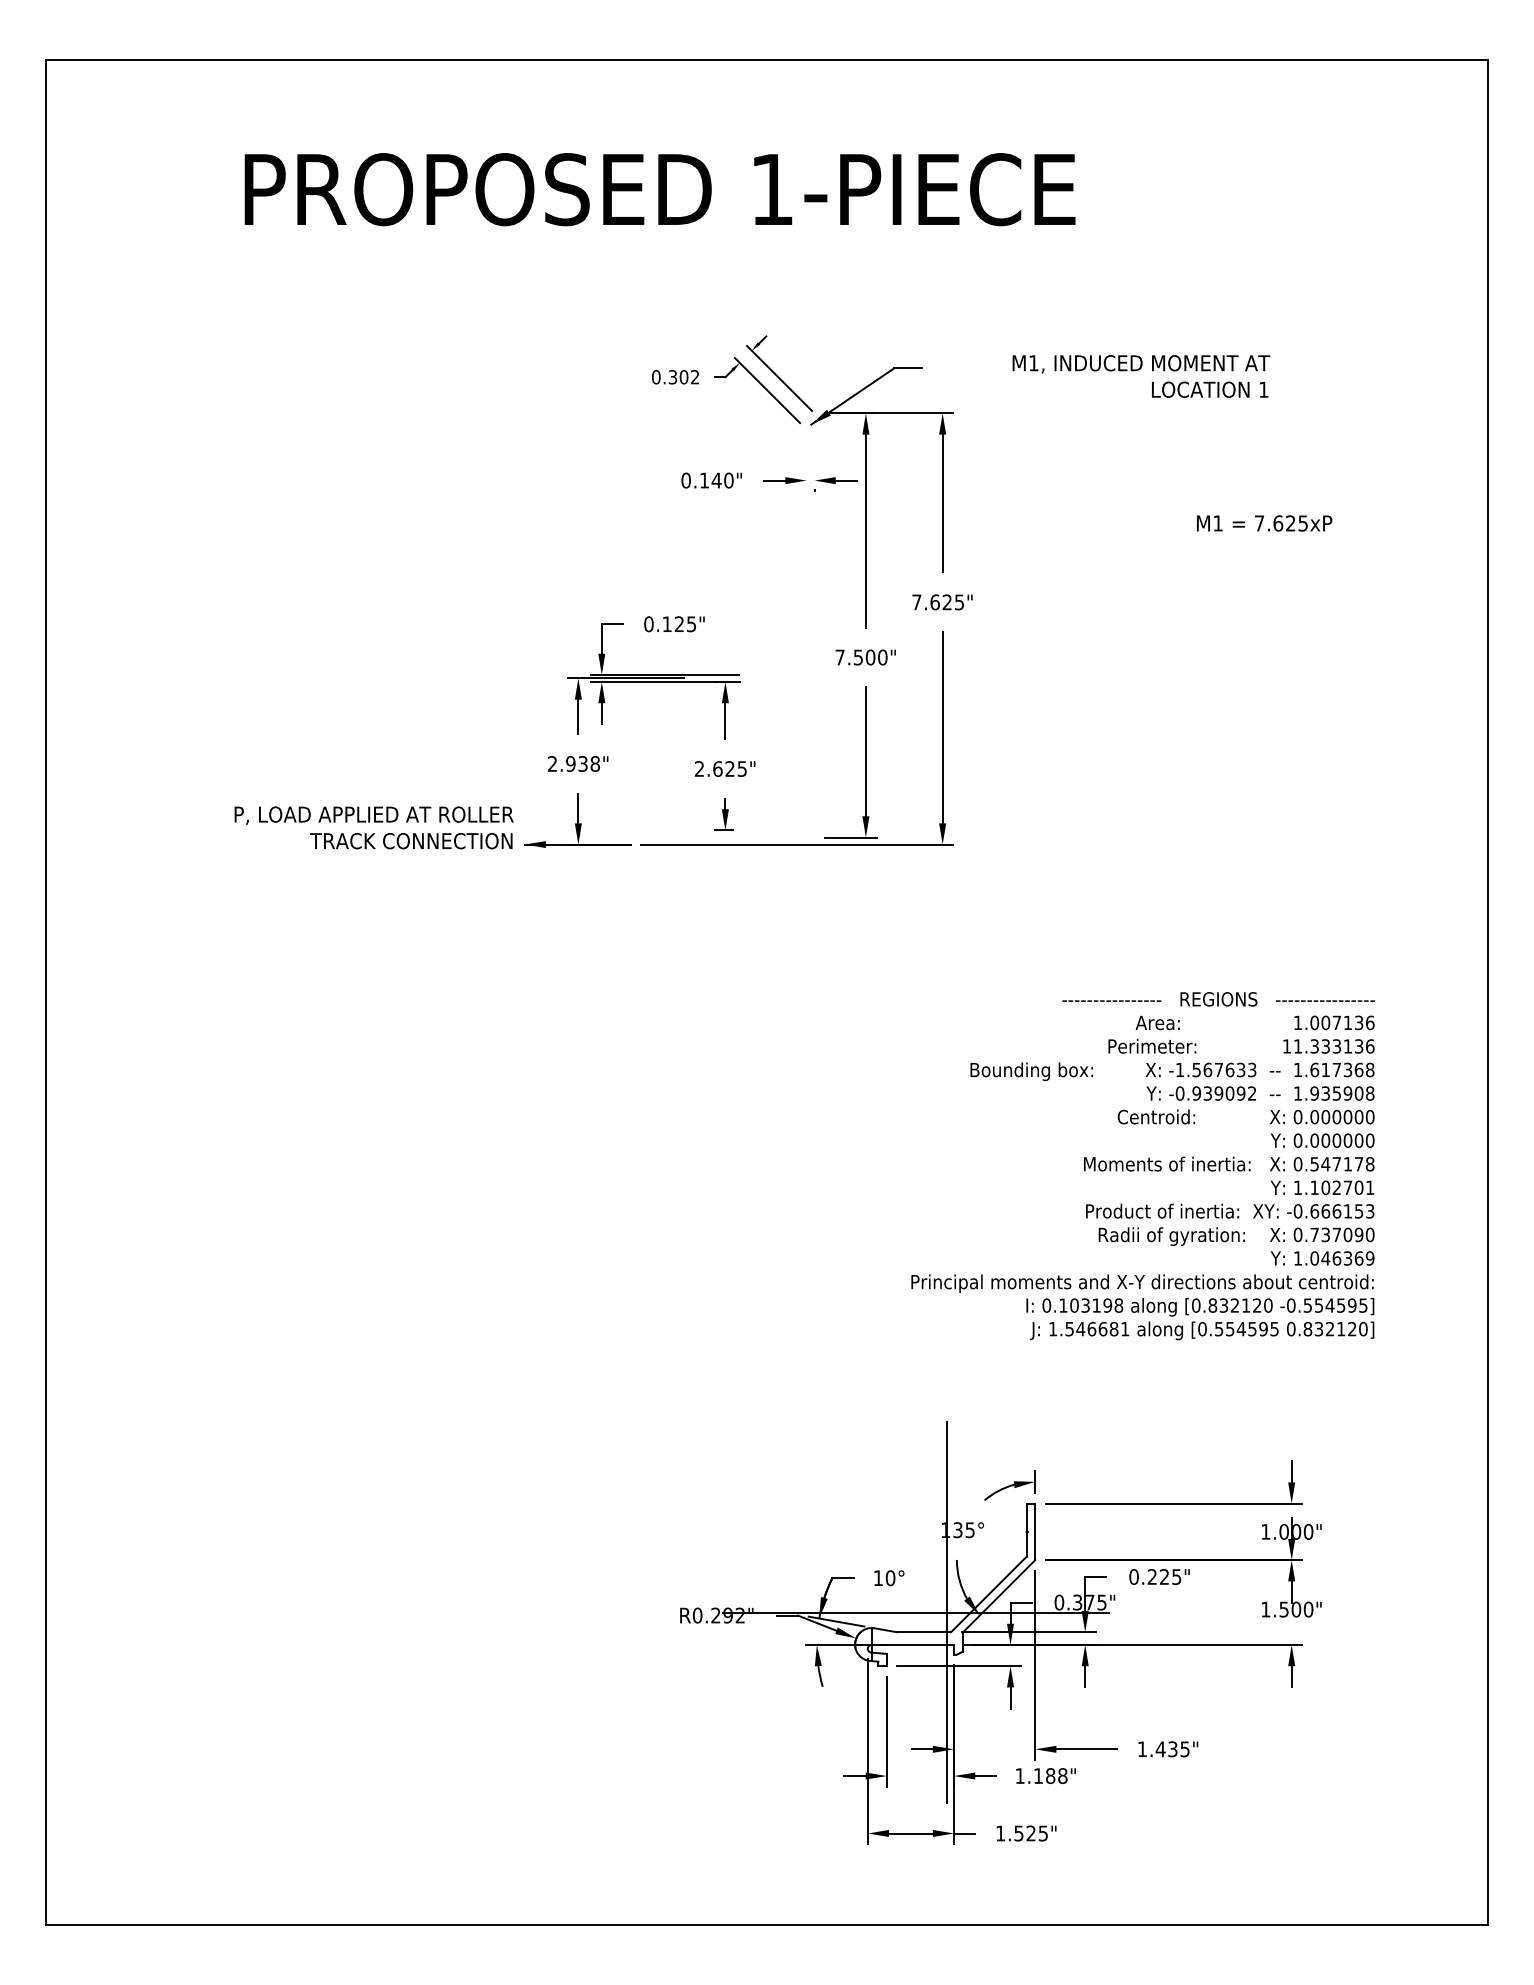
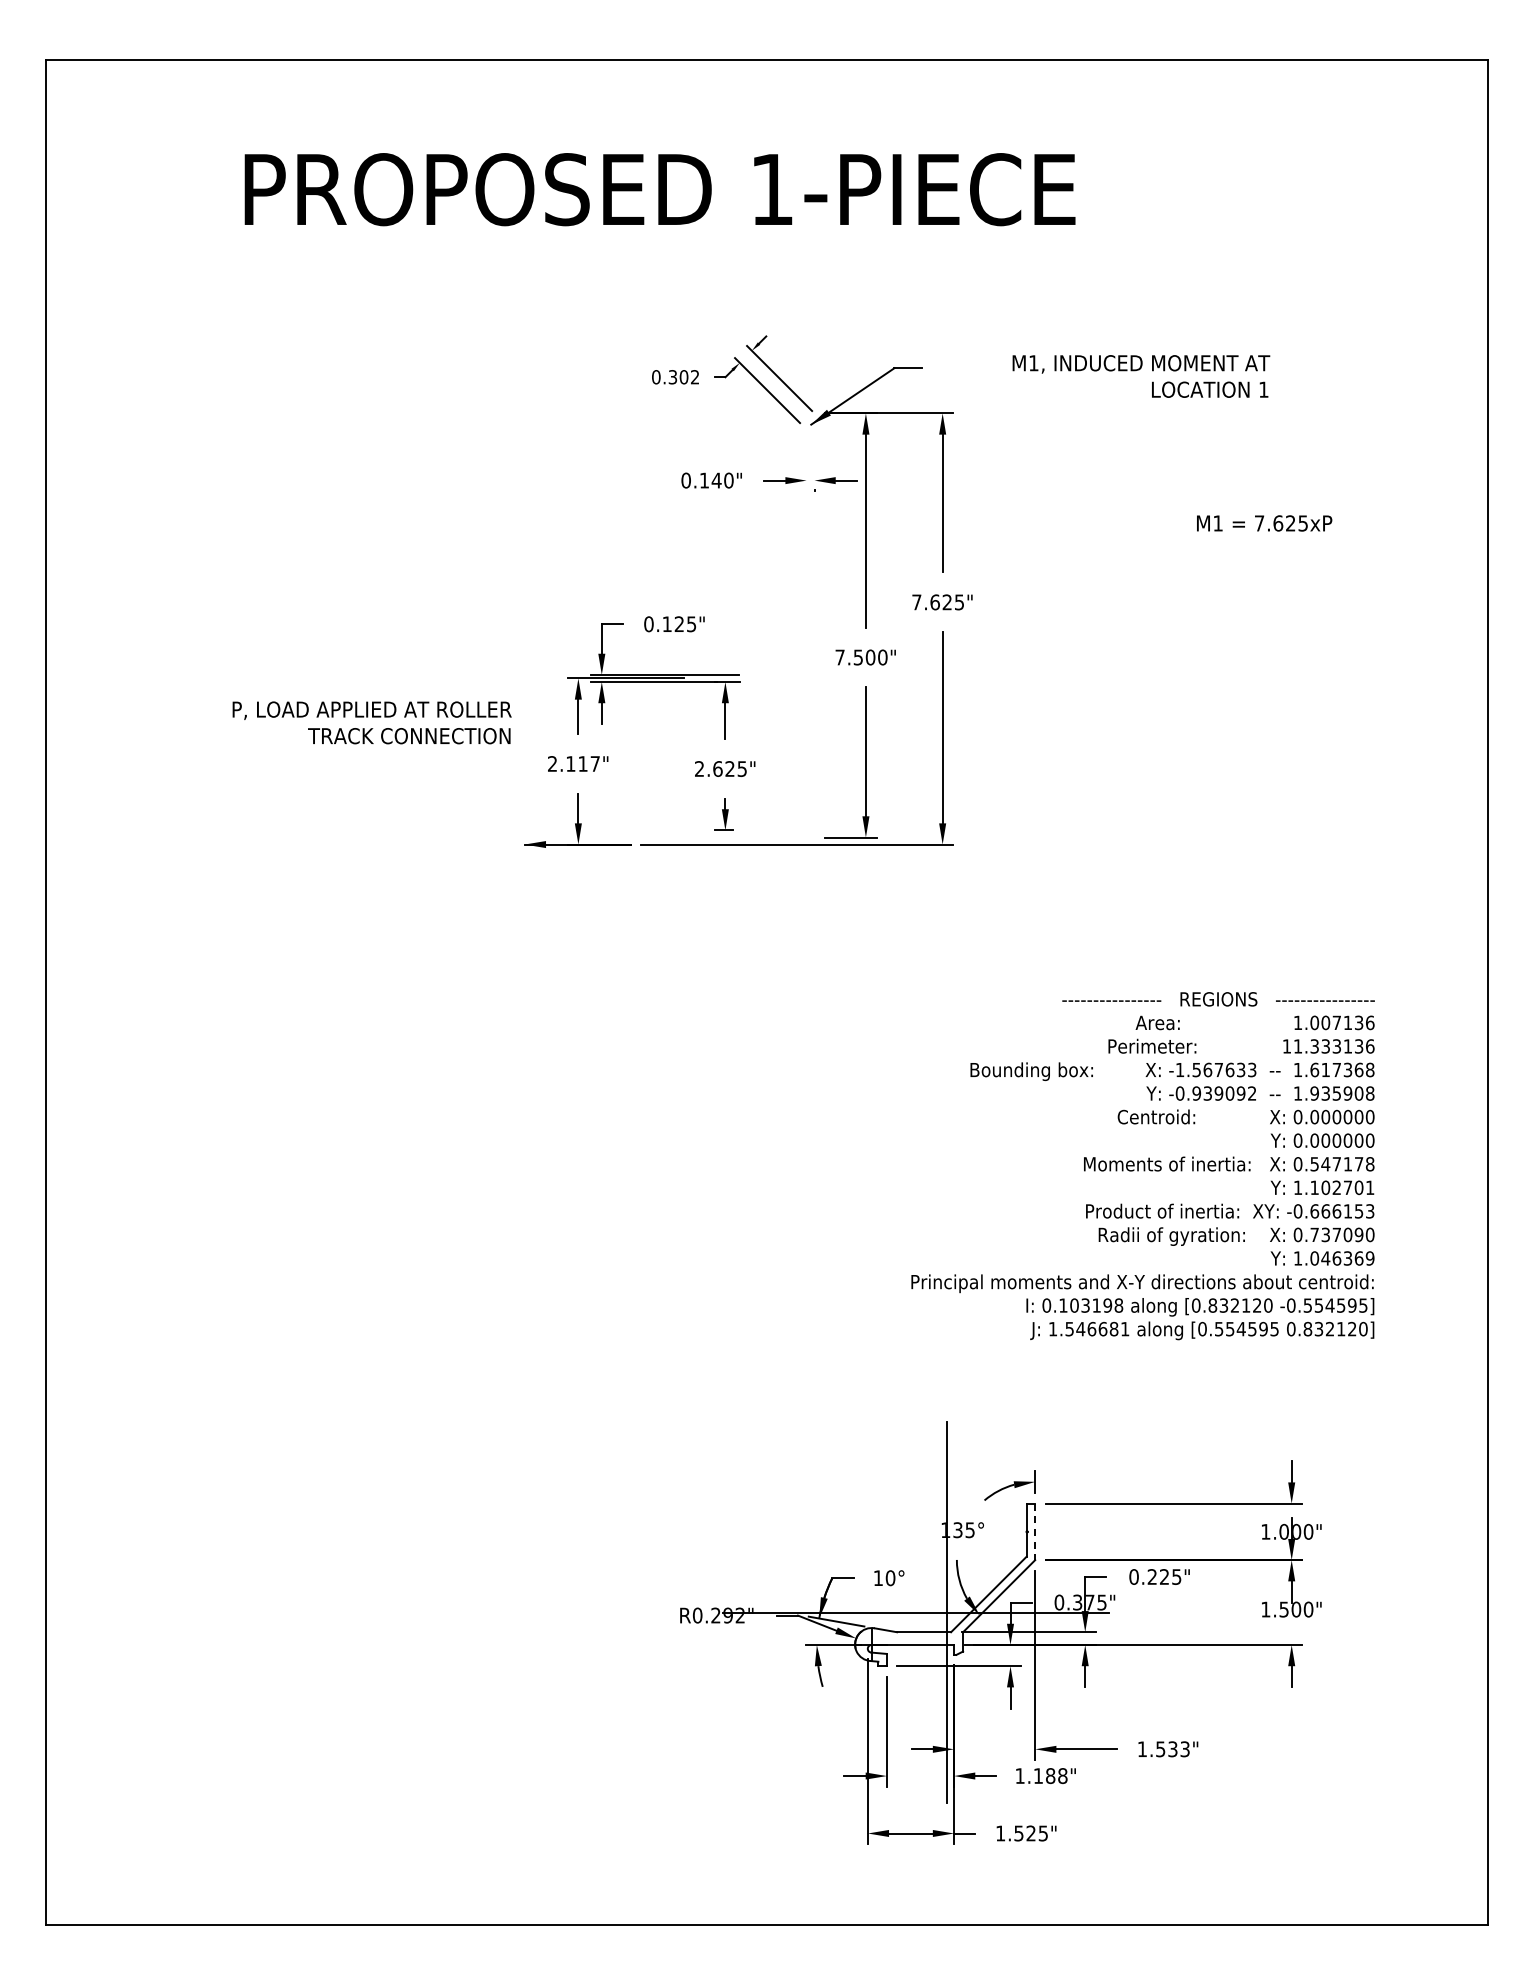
text at (583, 763): 2.938" -> 2.117"
text at (373, 827) position: (373, 827) -> (371, 722)
line at (1035, 1532): solid -> dashed
text at (1172, 1749): 1.435" -> 1.533"
